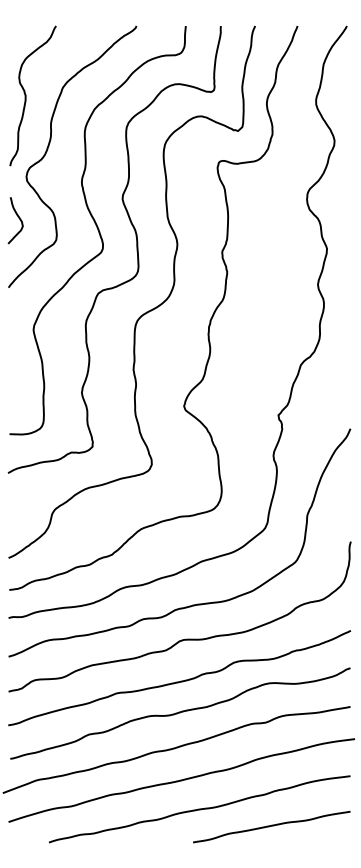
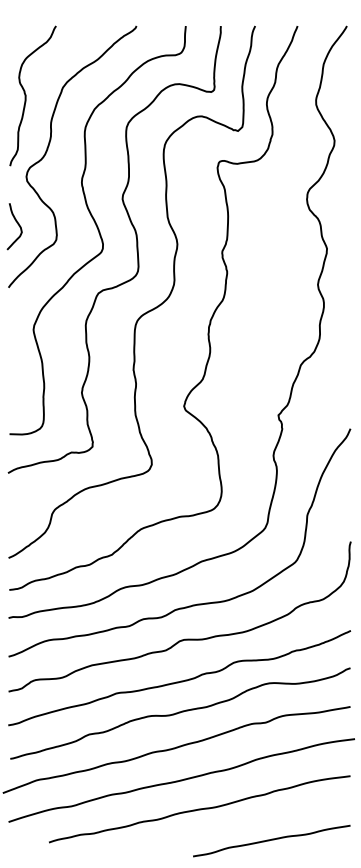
curve at (18, 218) position: (18, 218) -> (17, 224)
curve at (271, 826) position: (271, 826) -> (271, 840)
